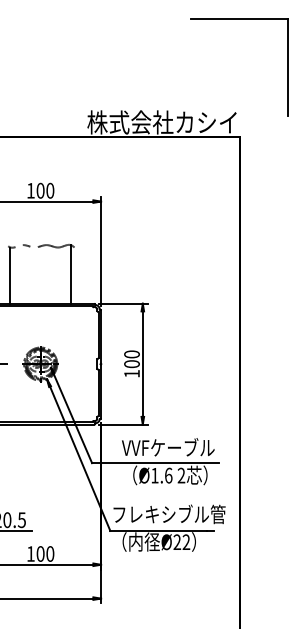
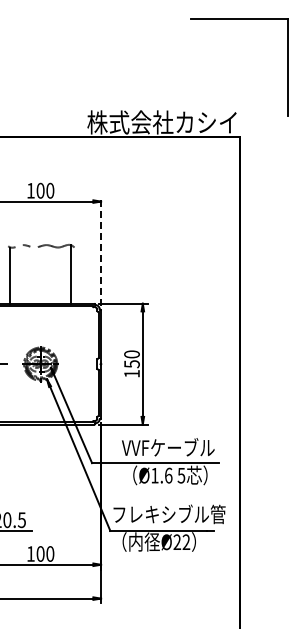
line at (101, 250): solid -> dashed
text at (131, 364): 100 -> 150
text at (181, 475): 2 -> 5
